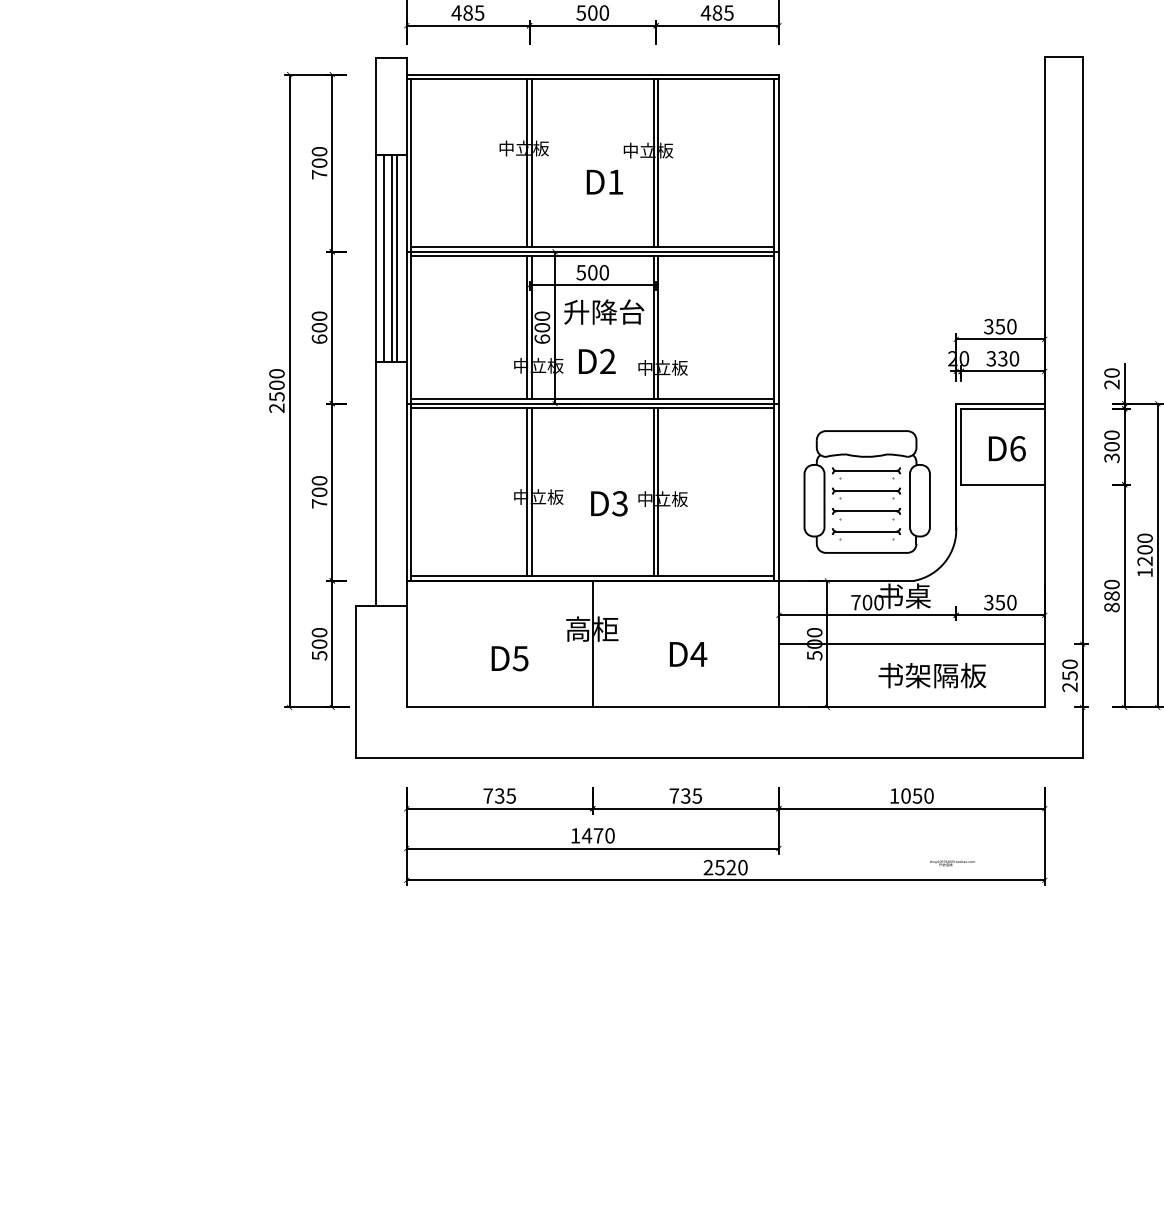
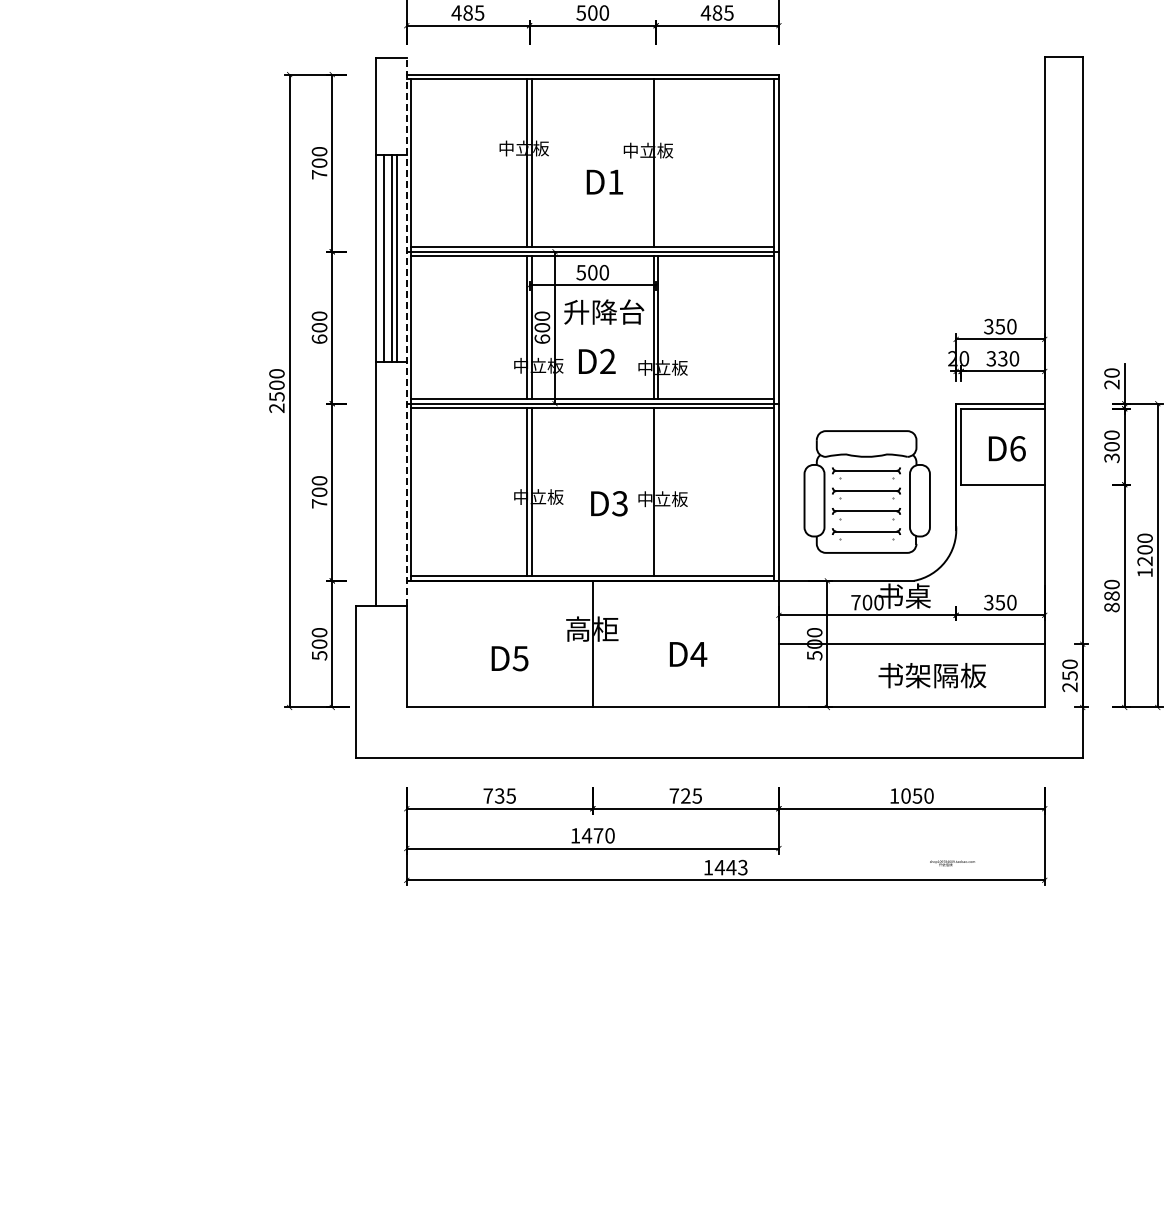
line at (658, 163): present -> none
line at (406, 331): solid -> dashed
line at (658, 492): present -> none
text at (685, 795): 735 -> 725
text at (725, 867): 2520 -> 1443
